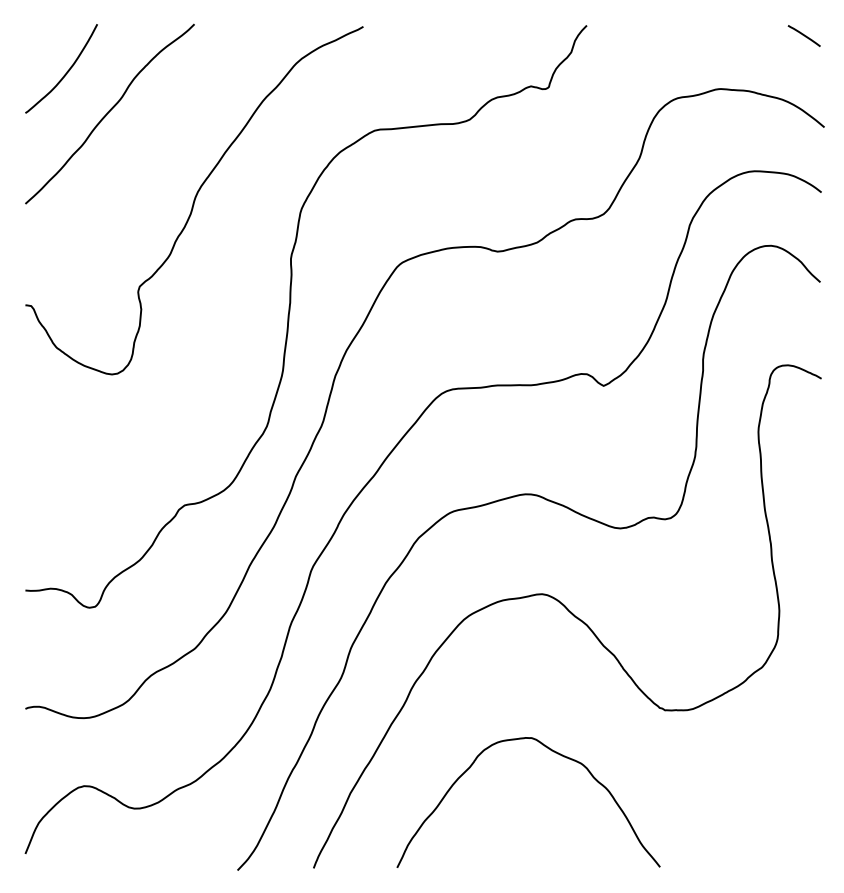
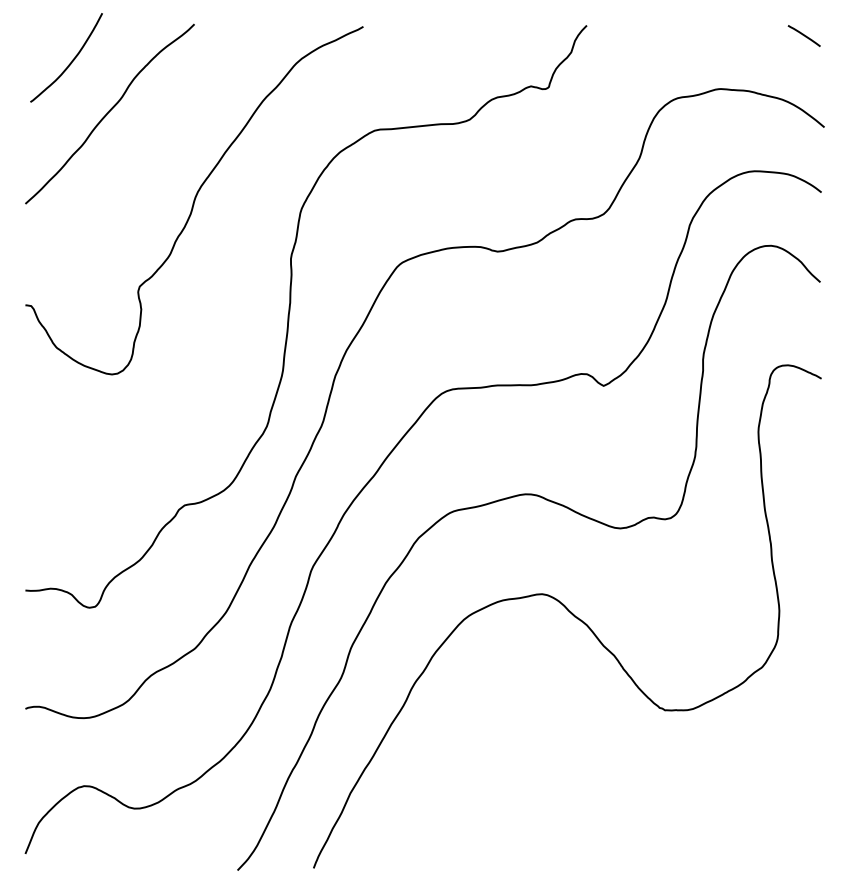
curve at (66, 71) position: (66, 71) -> (71, 60)
curve at (553, 752): present -> none
